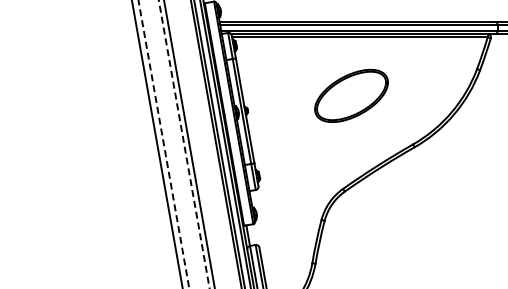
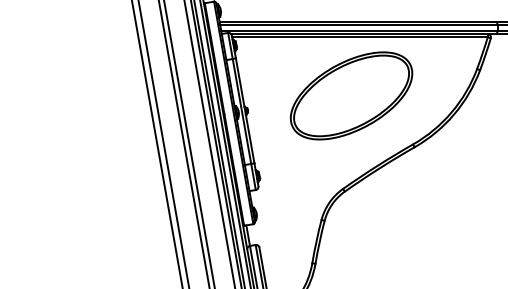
part at (351, 95) size: 75x55 px -> 125x90 px
line at (209, 143): none -> present
line at (164, 145): dashed -> solid
line at (184, 145): dashed -> solid
